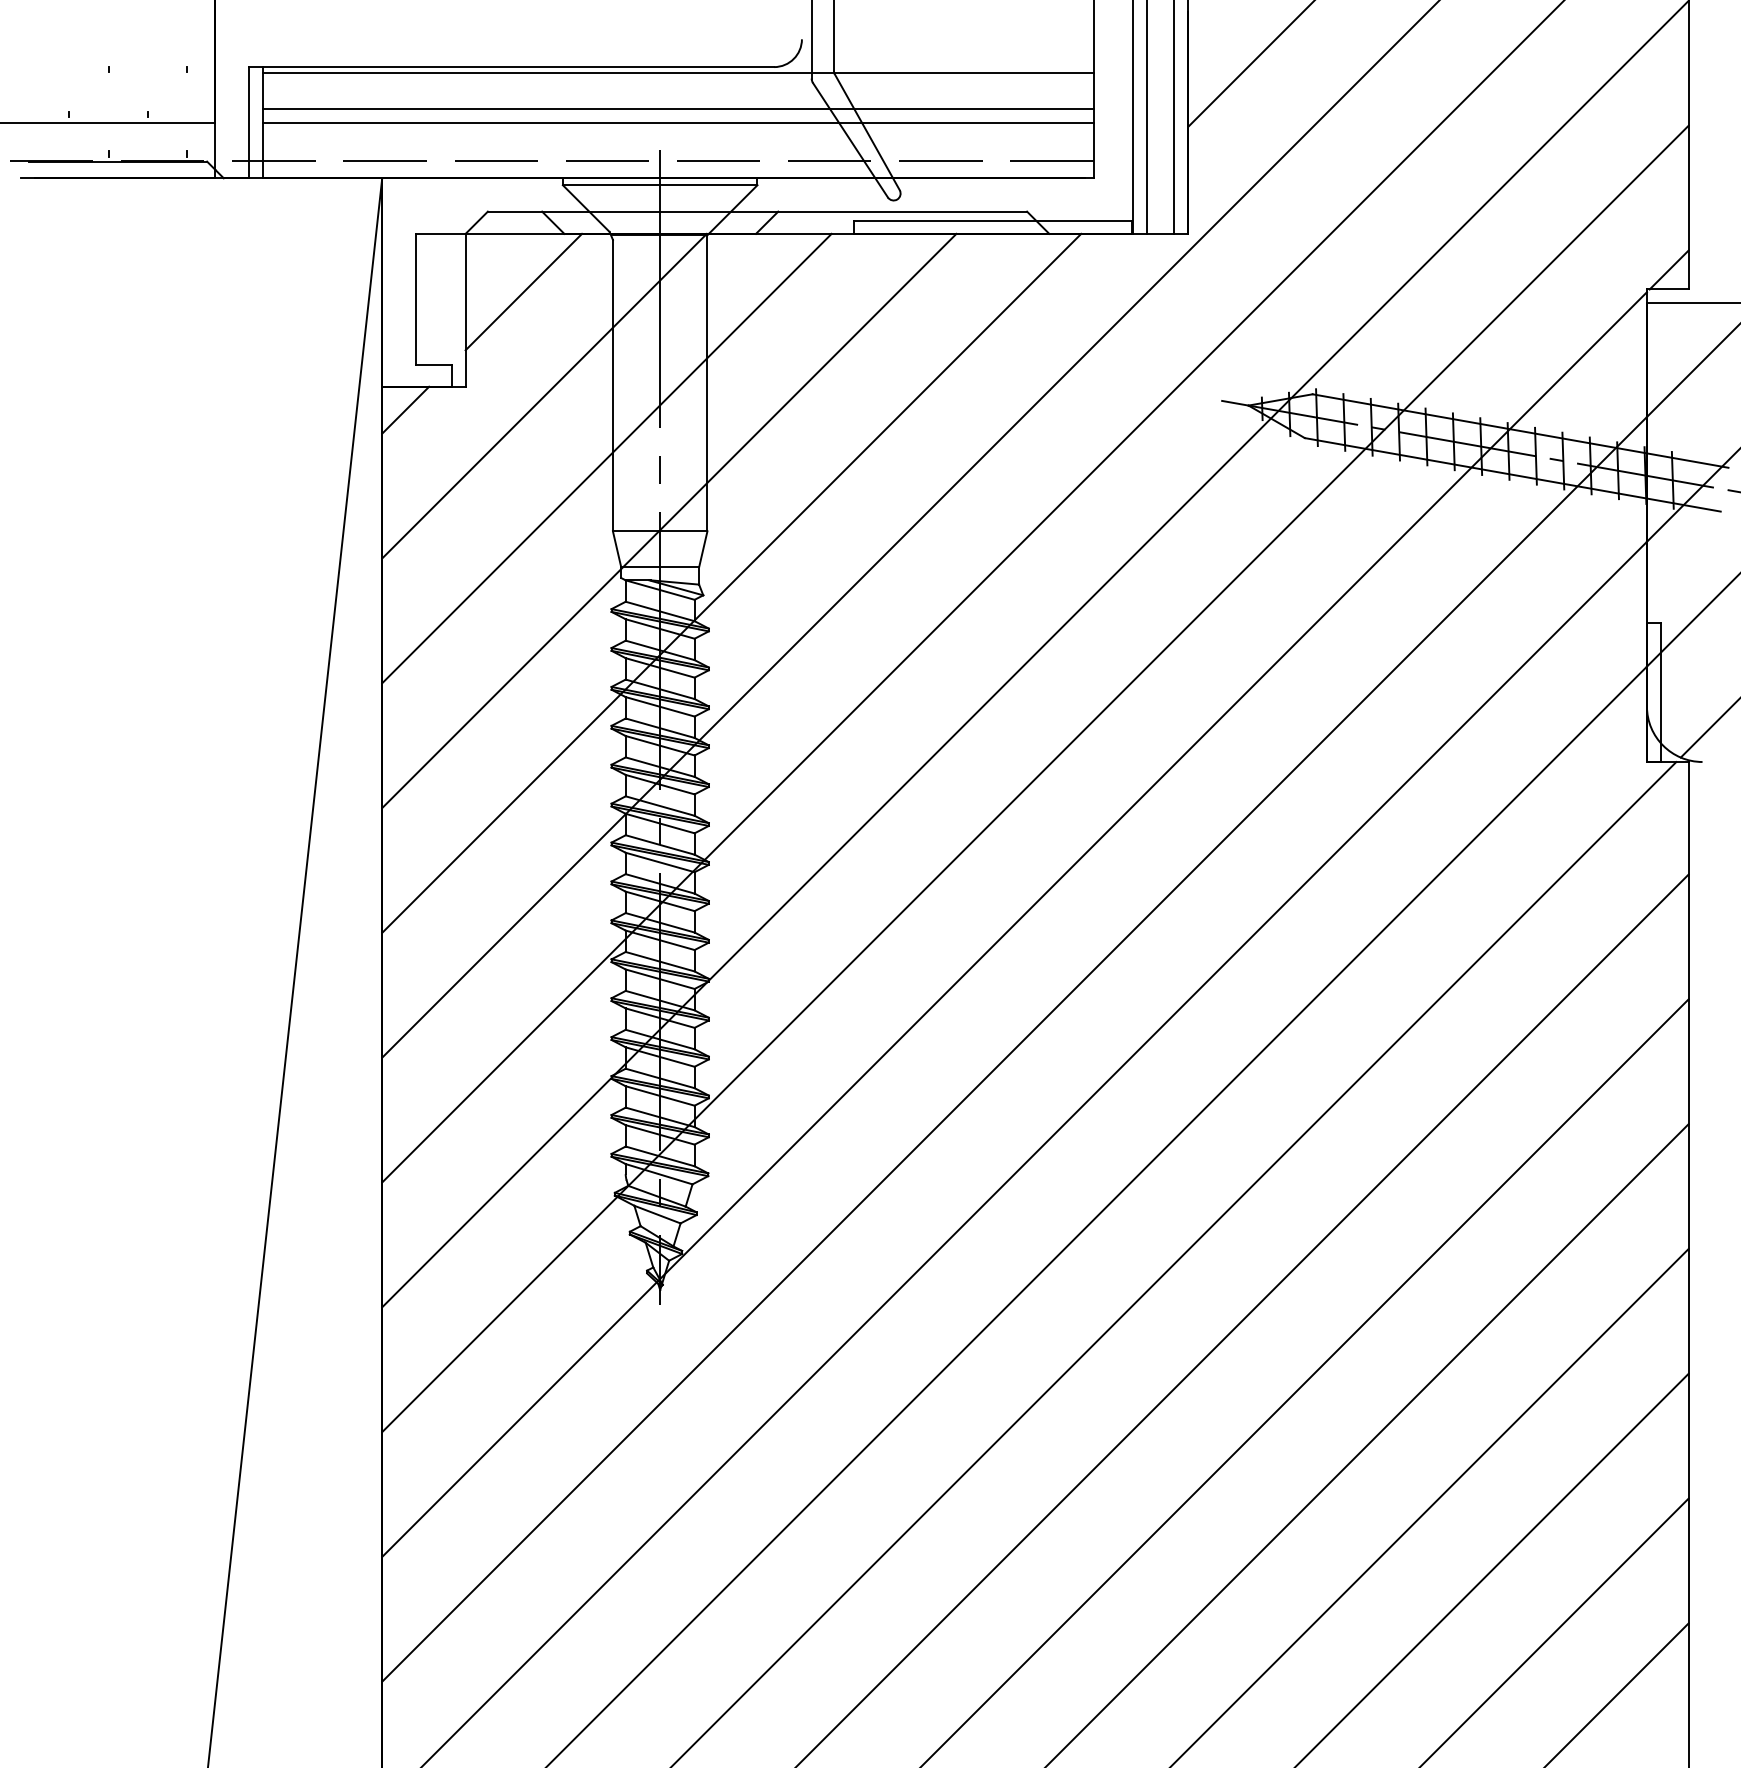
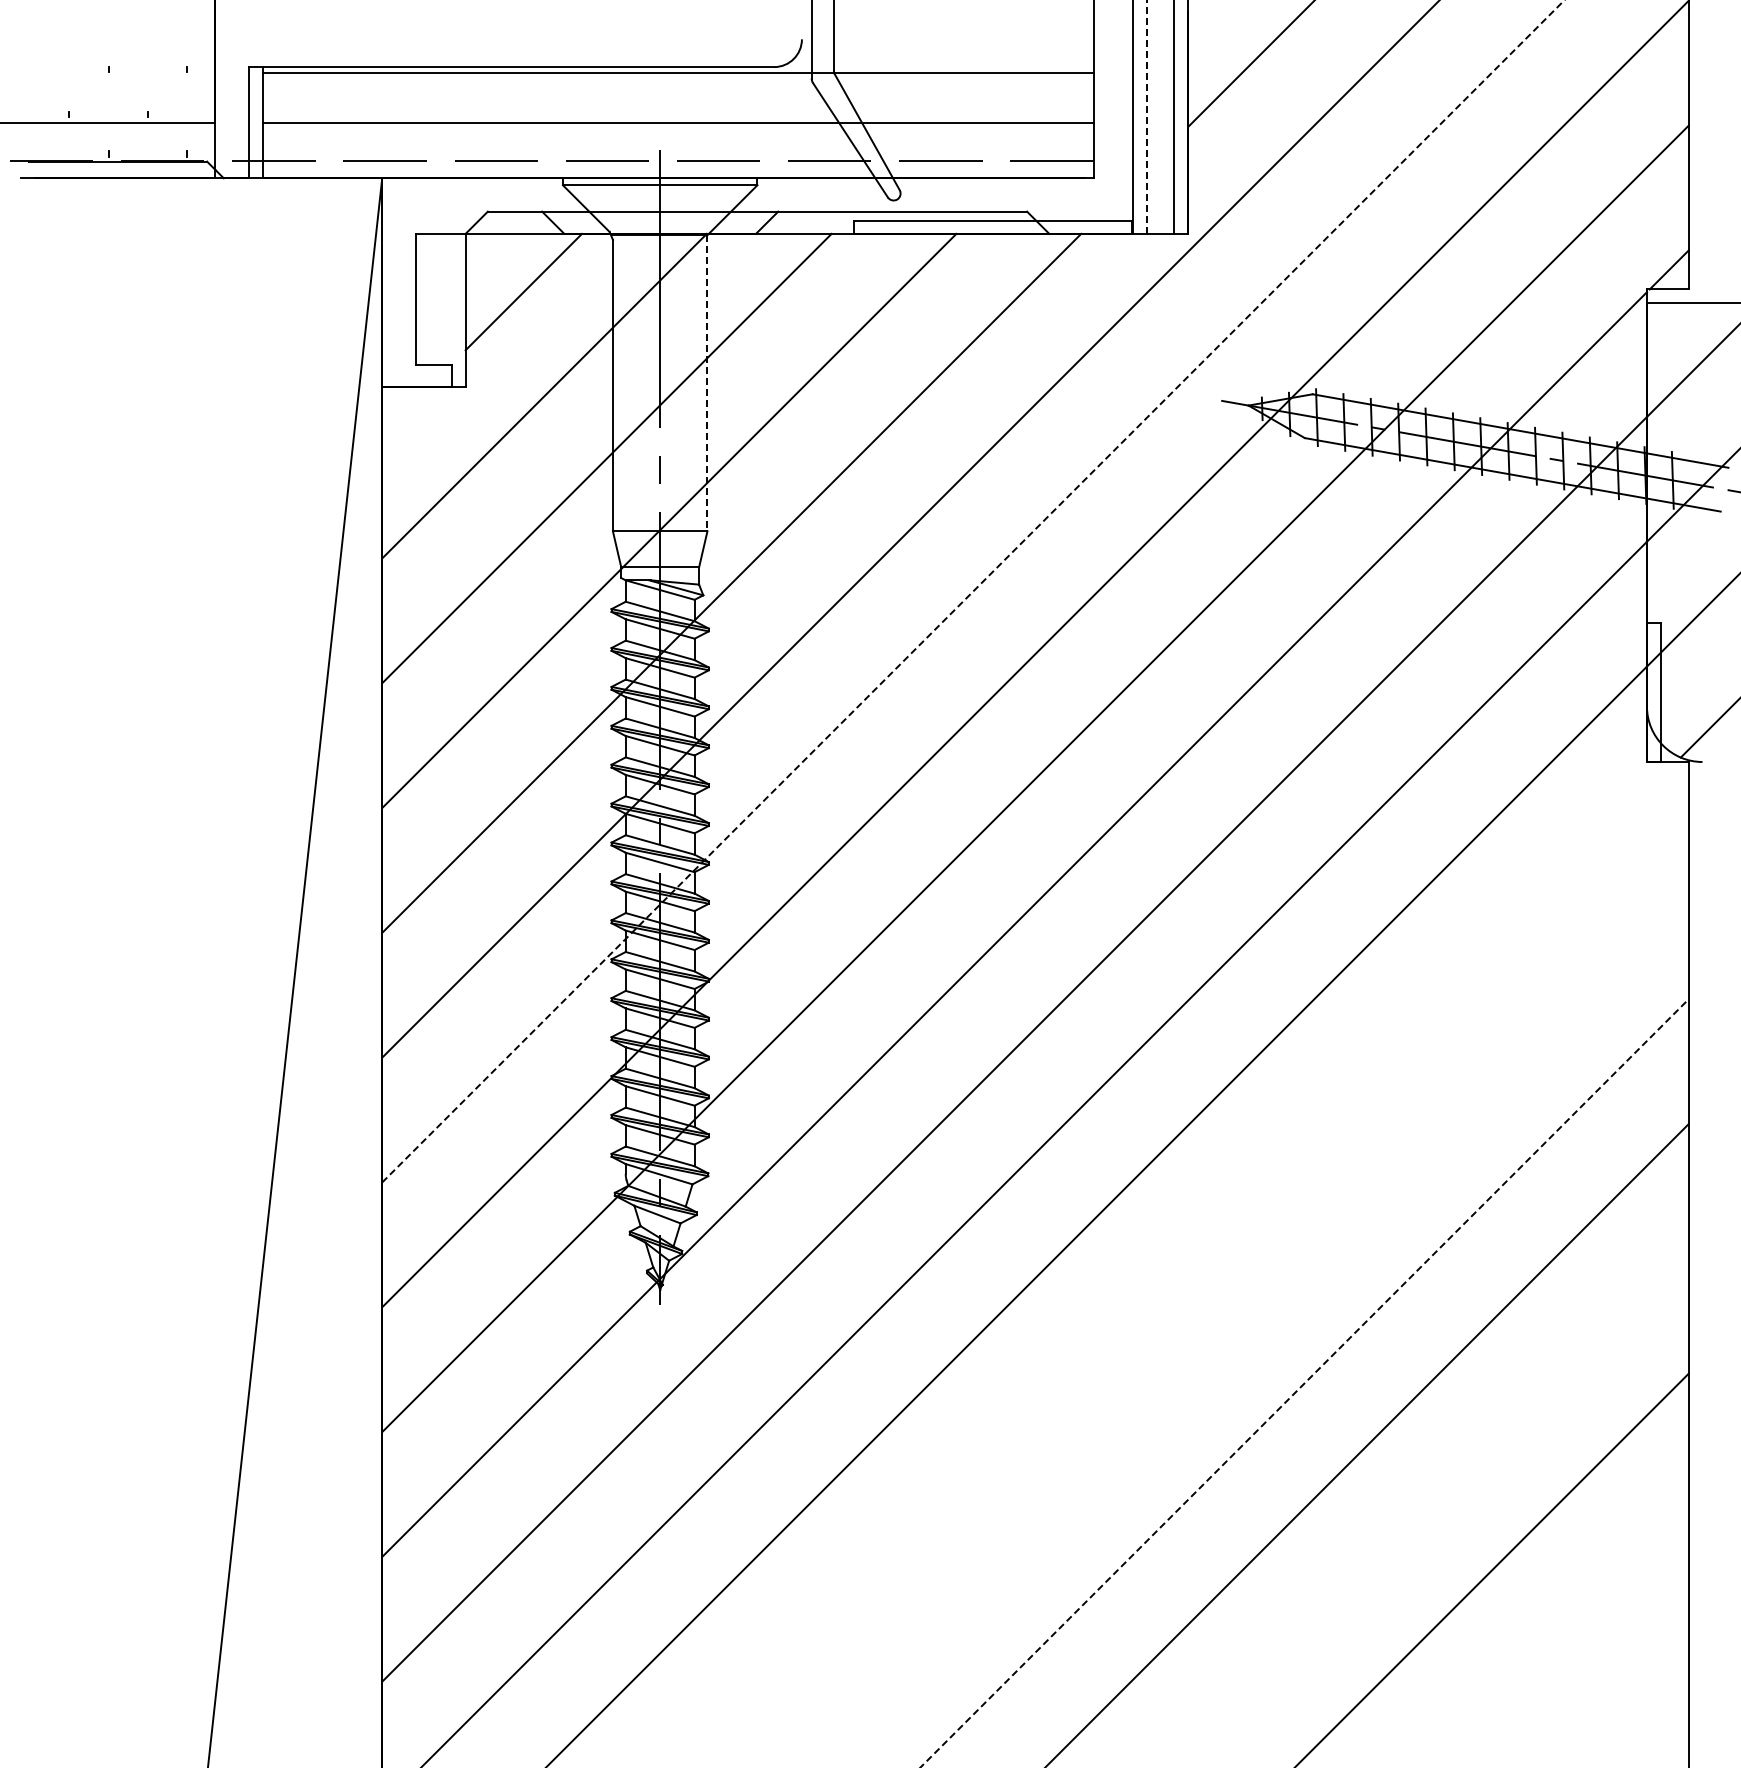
line at (677, 108): present -> none
line at (1146, 116): solid -> dashed
line at (707, 383): solid -> dashed
line at (405, 409): present -> none
line at (973, 591): solid -> dashed
line at (1174, 1263): present -> none
line at (1243, 1319): present -> none
line at (1304, 1383): solid -> dashed
line at (1430, 1506): present -> none
line at (1555, 1631): present -> none
line at (1617, 1693): present -> none
